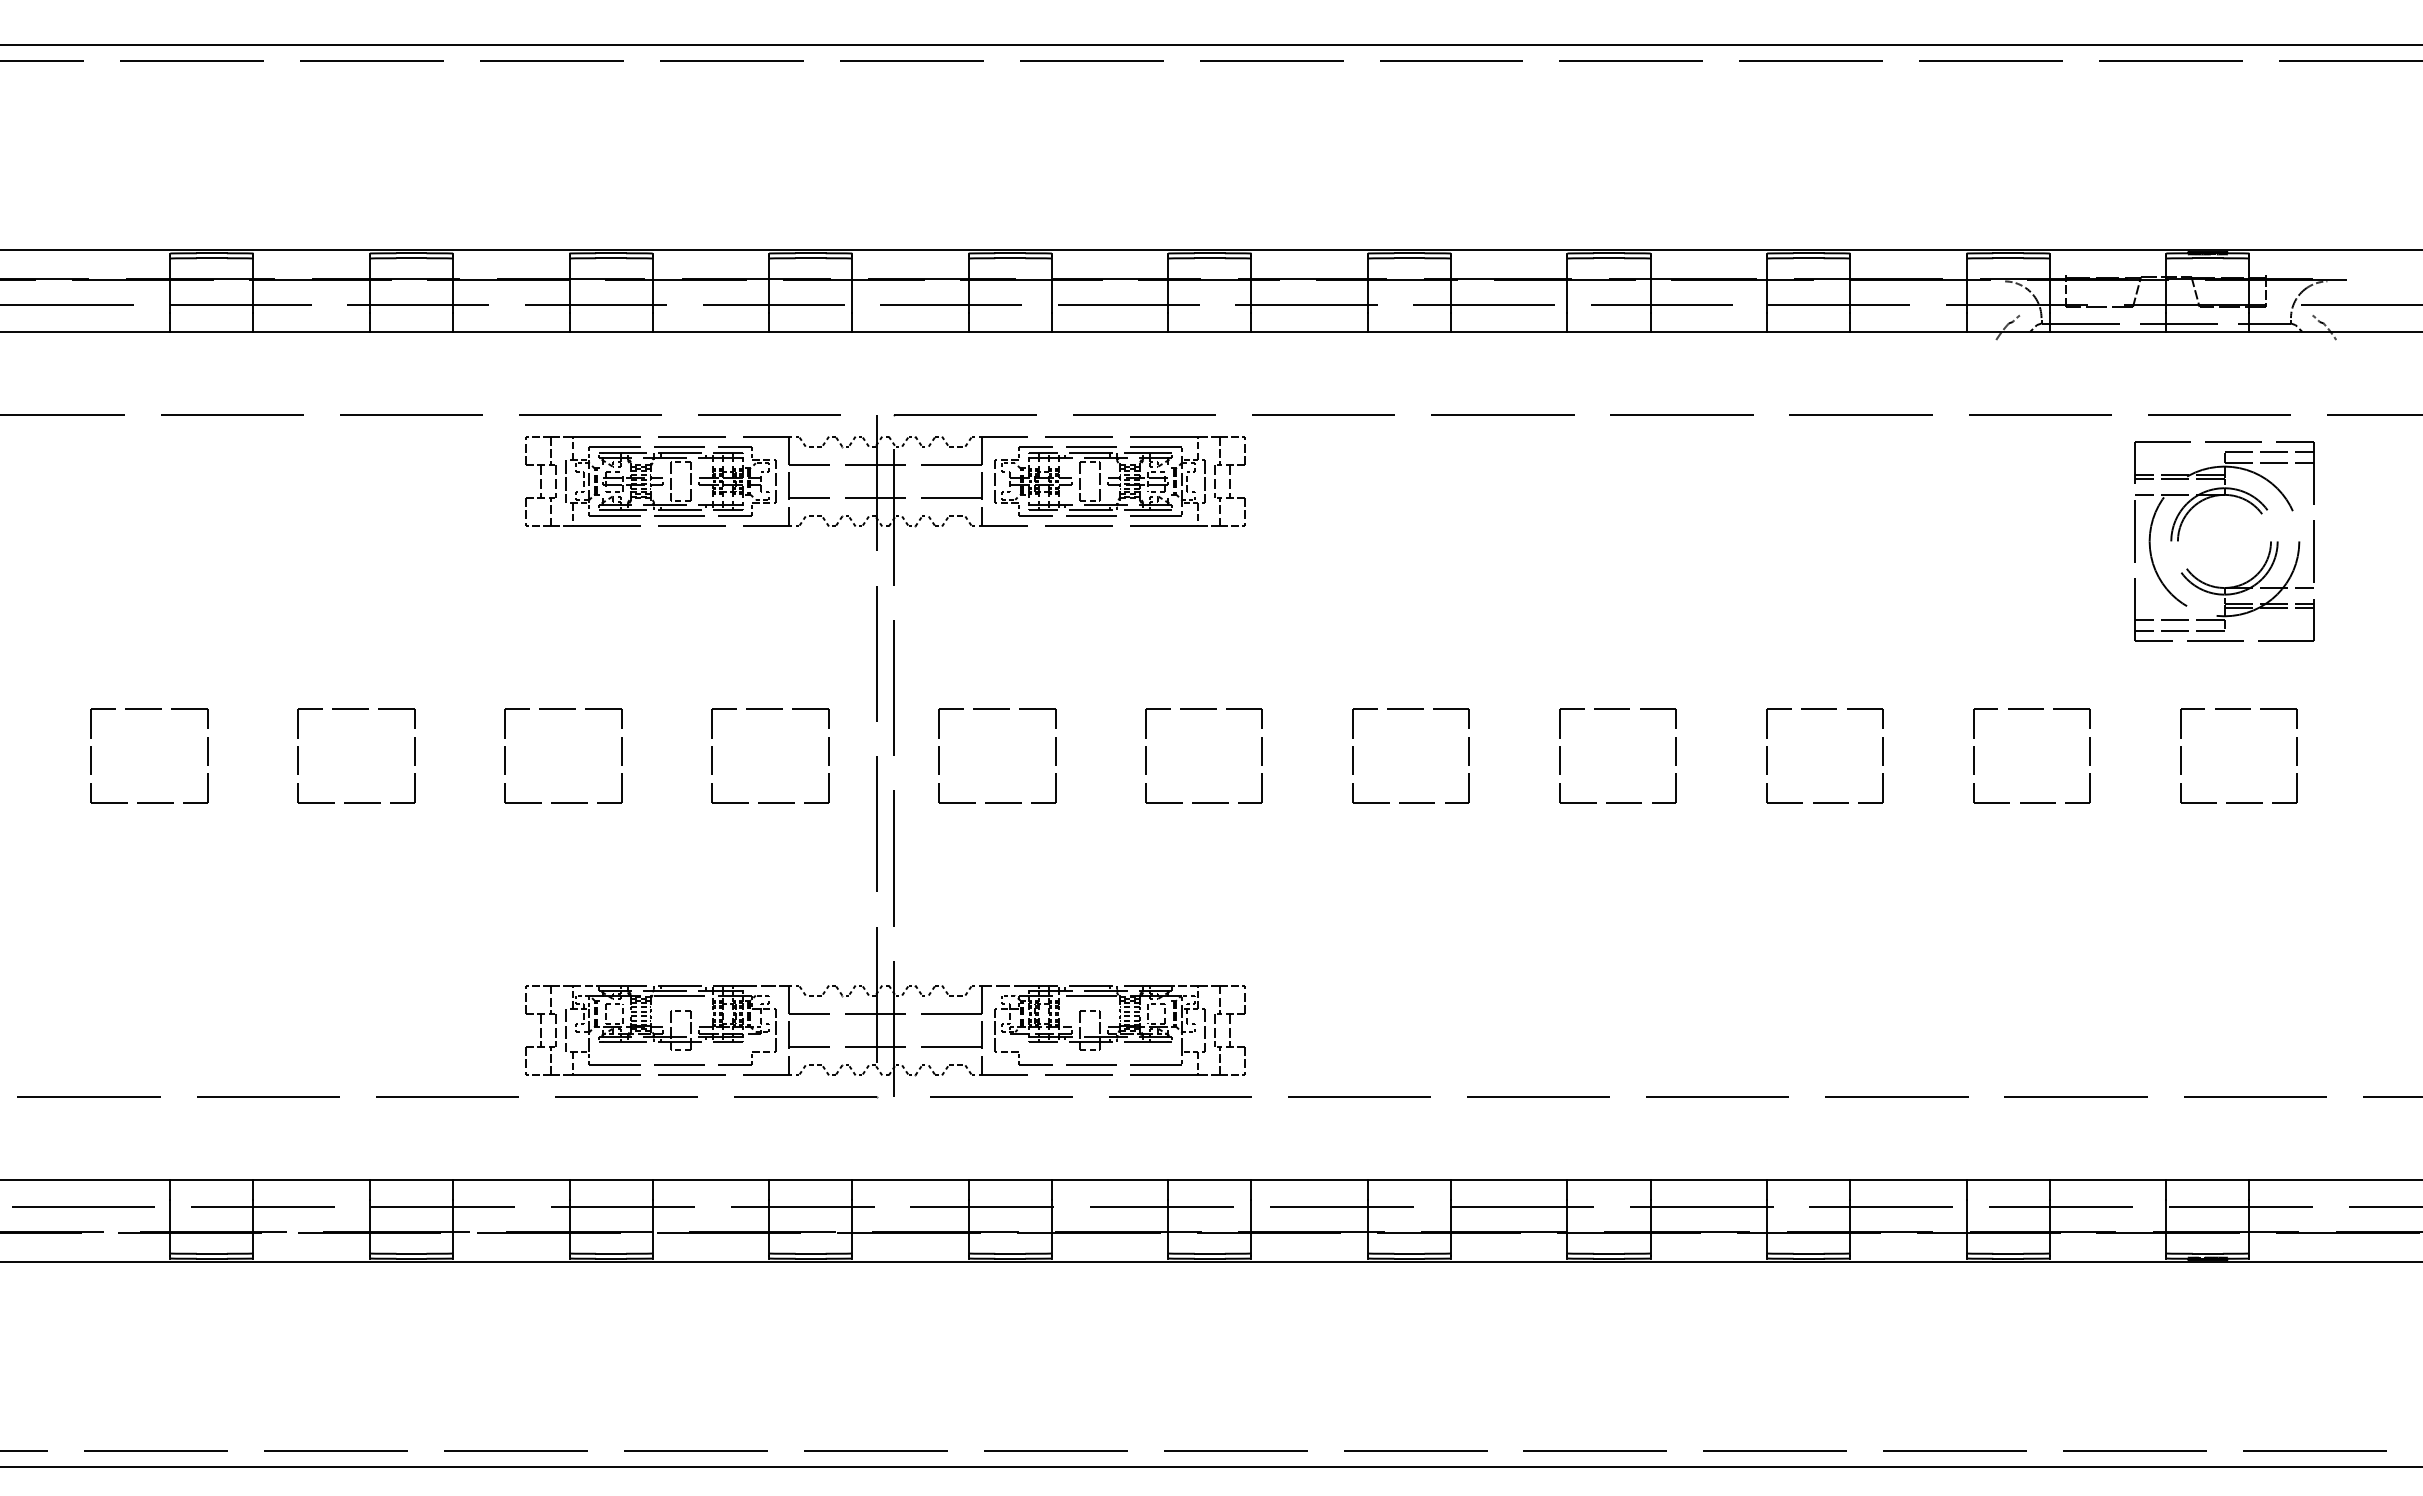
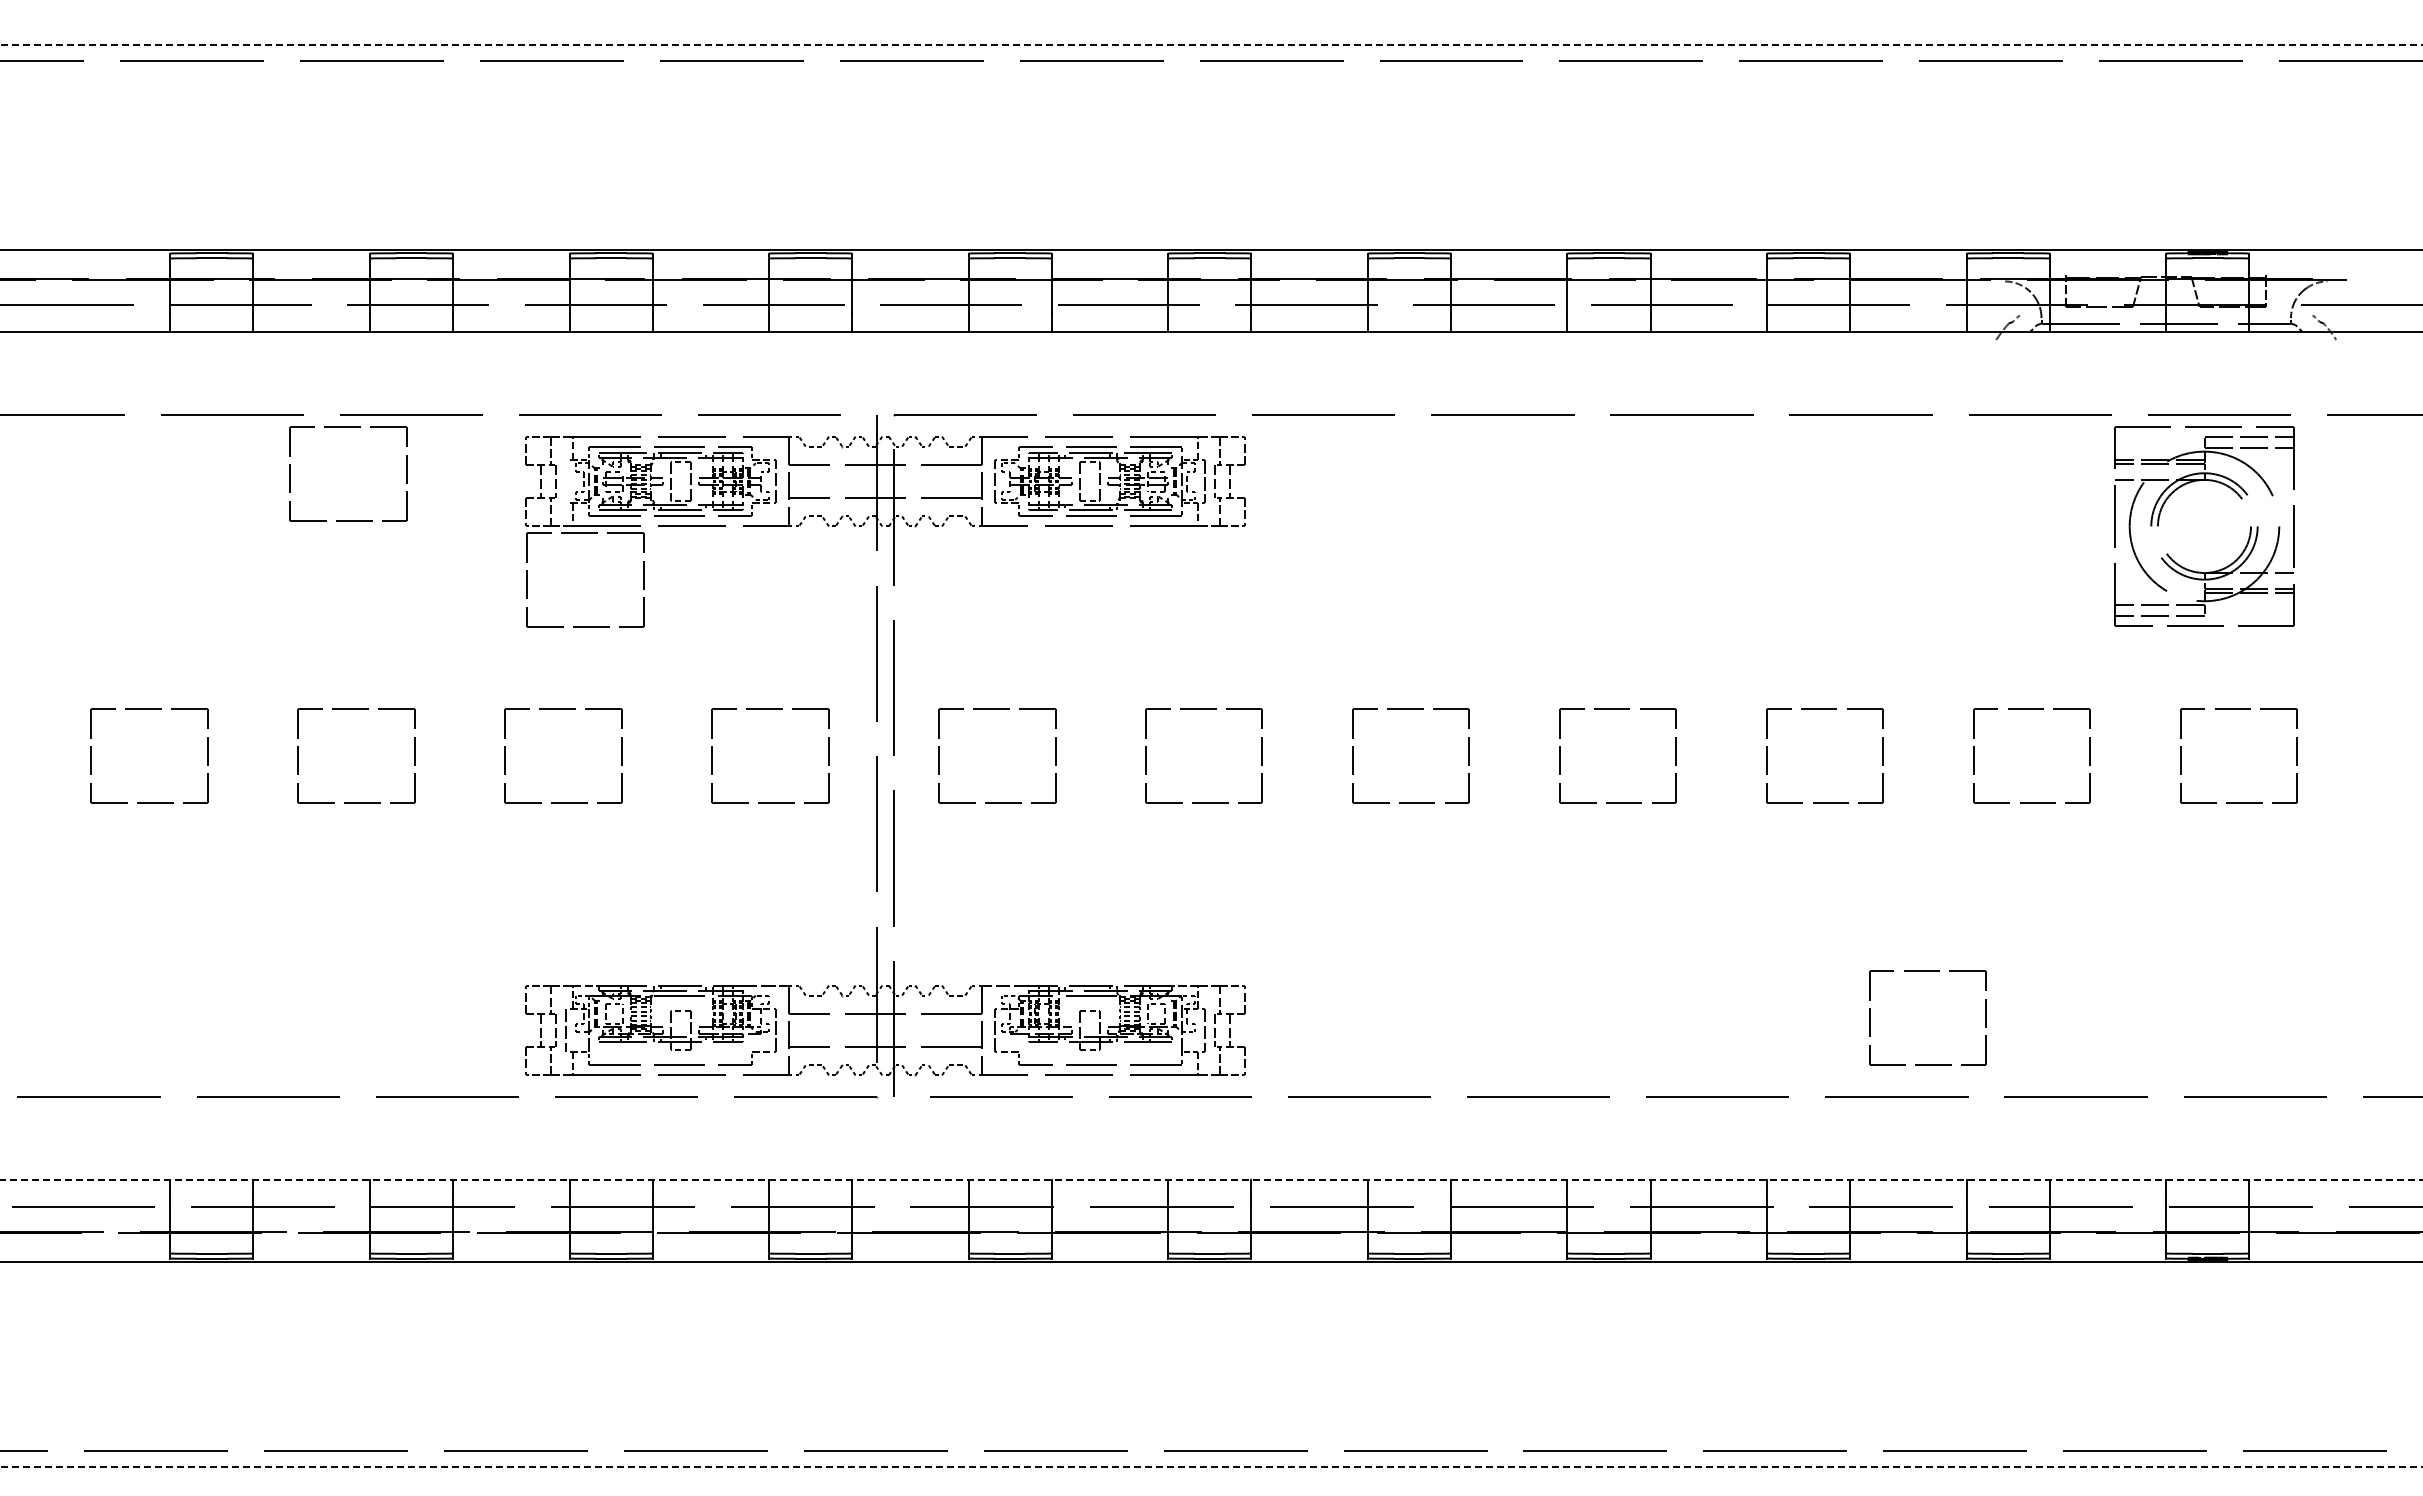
line at (1211, 44): solid -> dashed
part at (348, 427): none -> present
line at (566, 481): present -> none
part at (585, 533): none -> present
part at (2220, 586) position: (2220, 586) -> (2200, 571)
part at (1927, 971): none -> present
line at (1211, 1180): solid -> dashed
line at (1211, 1467): solid -> dashed
